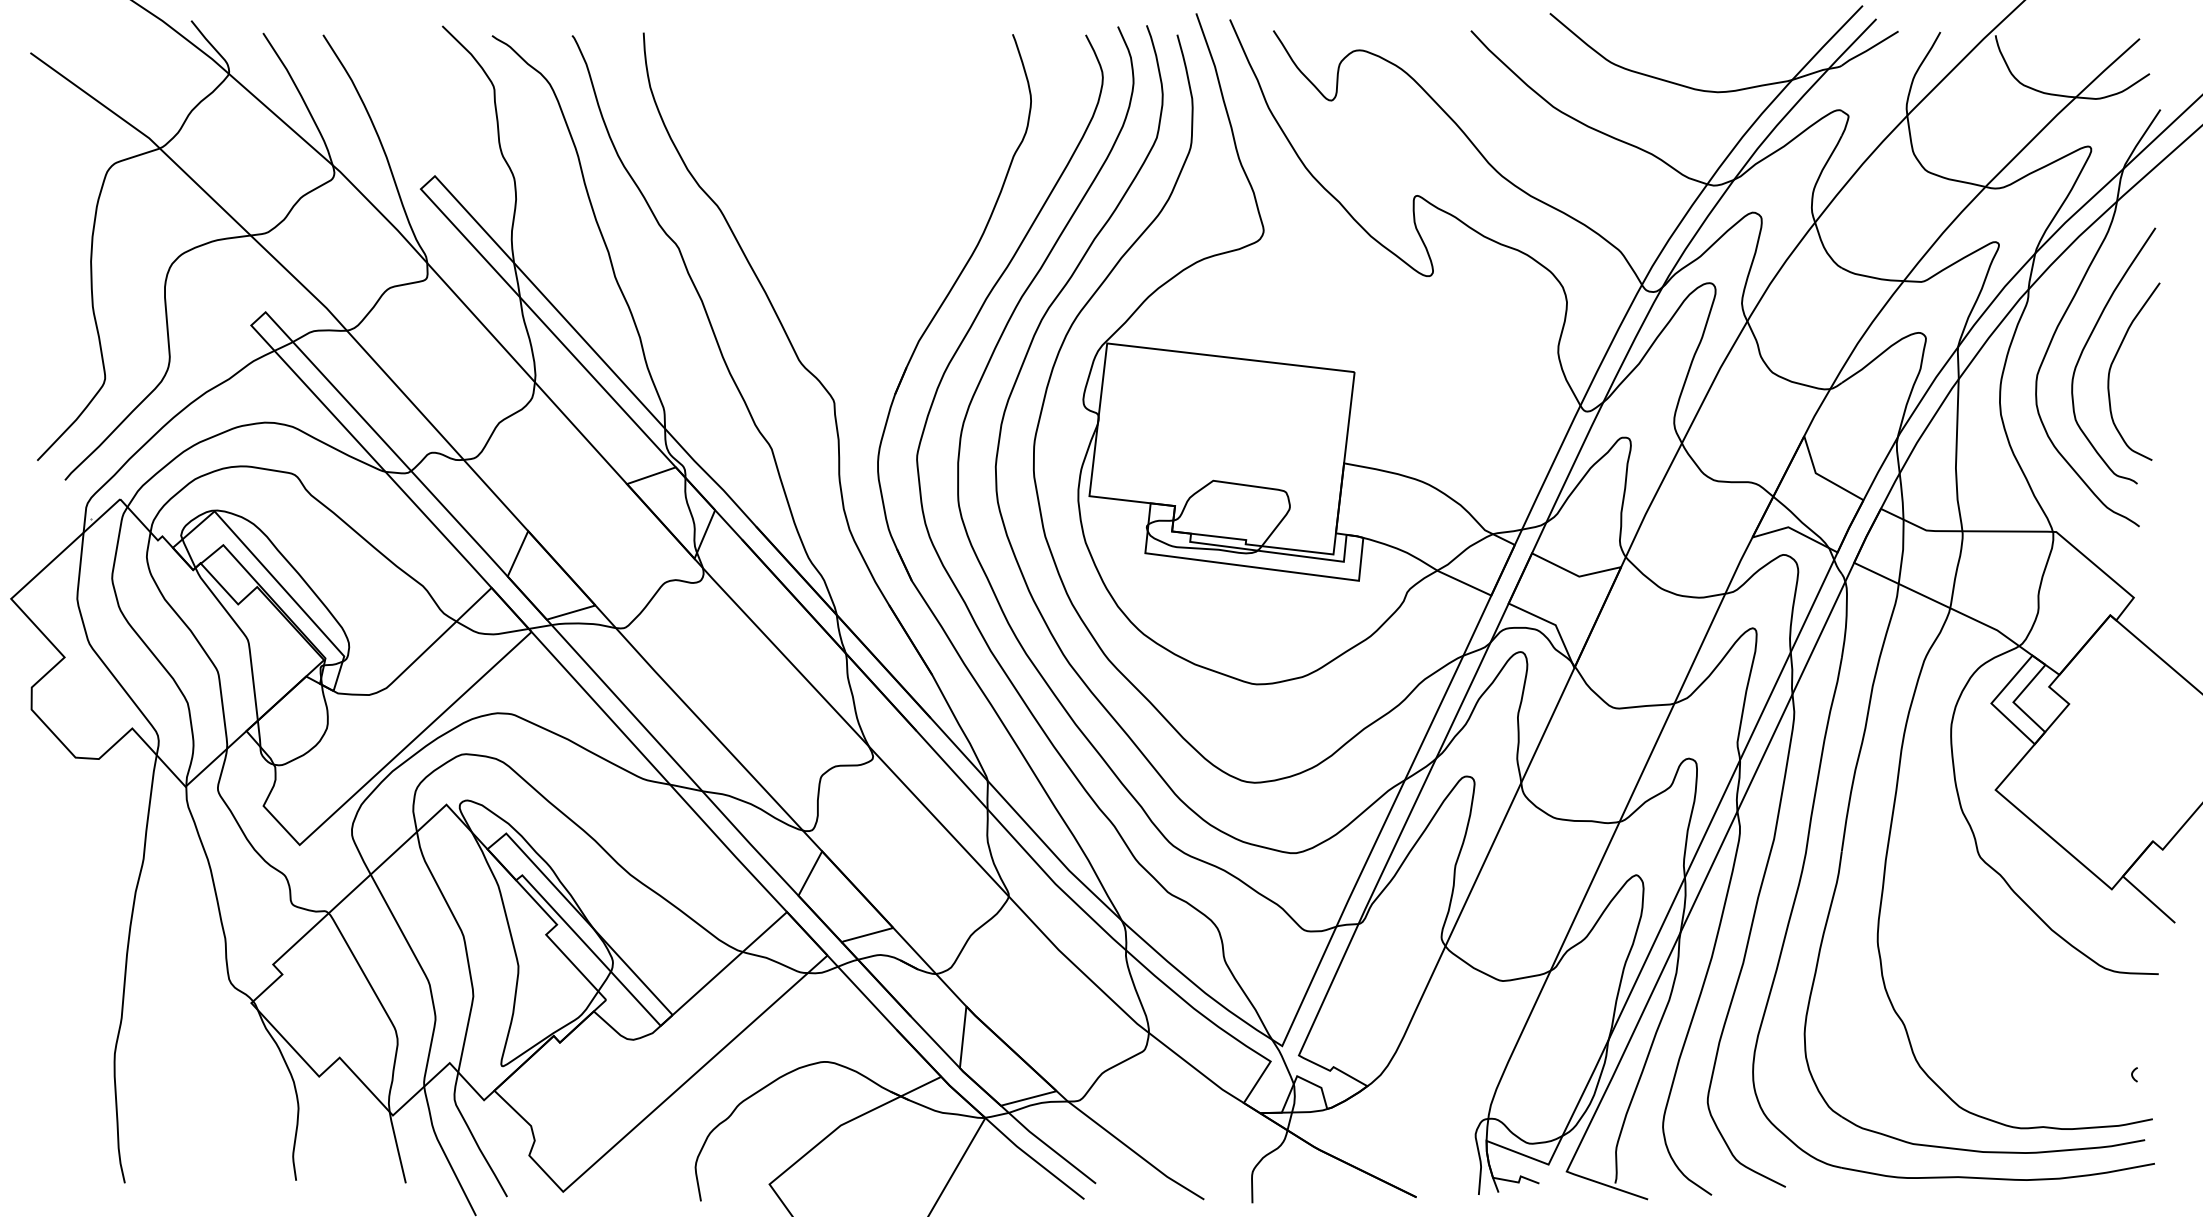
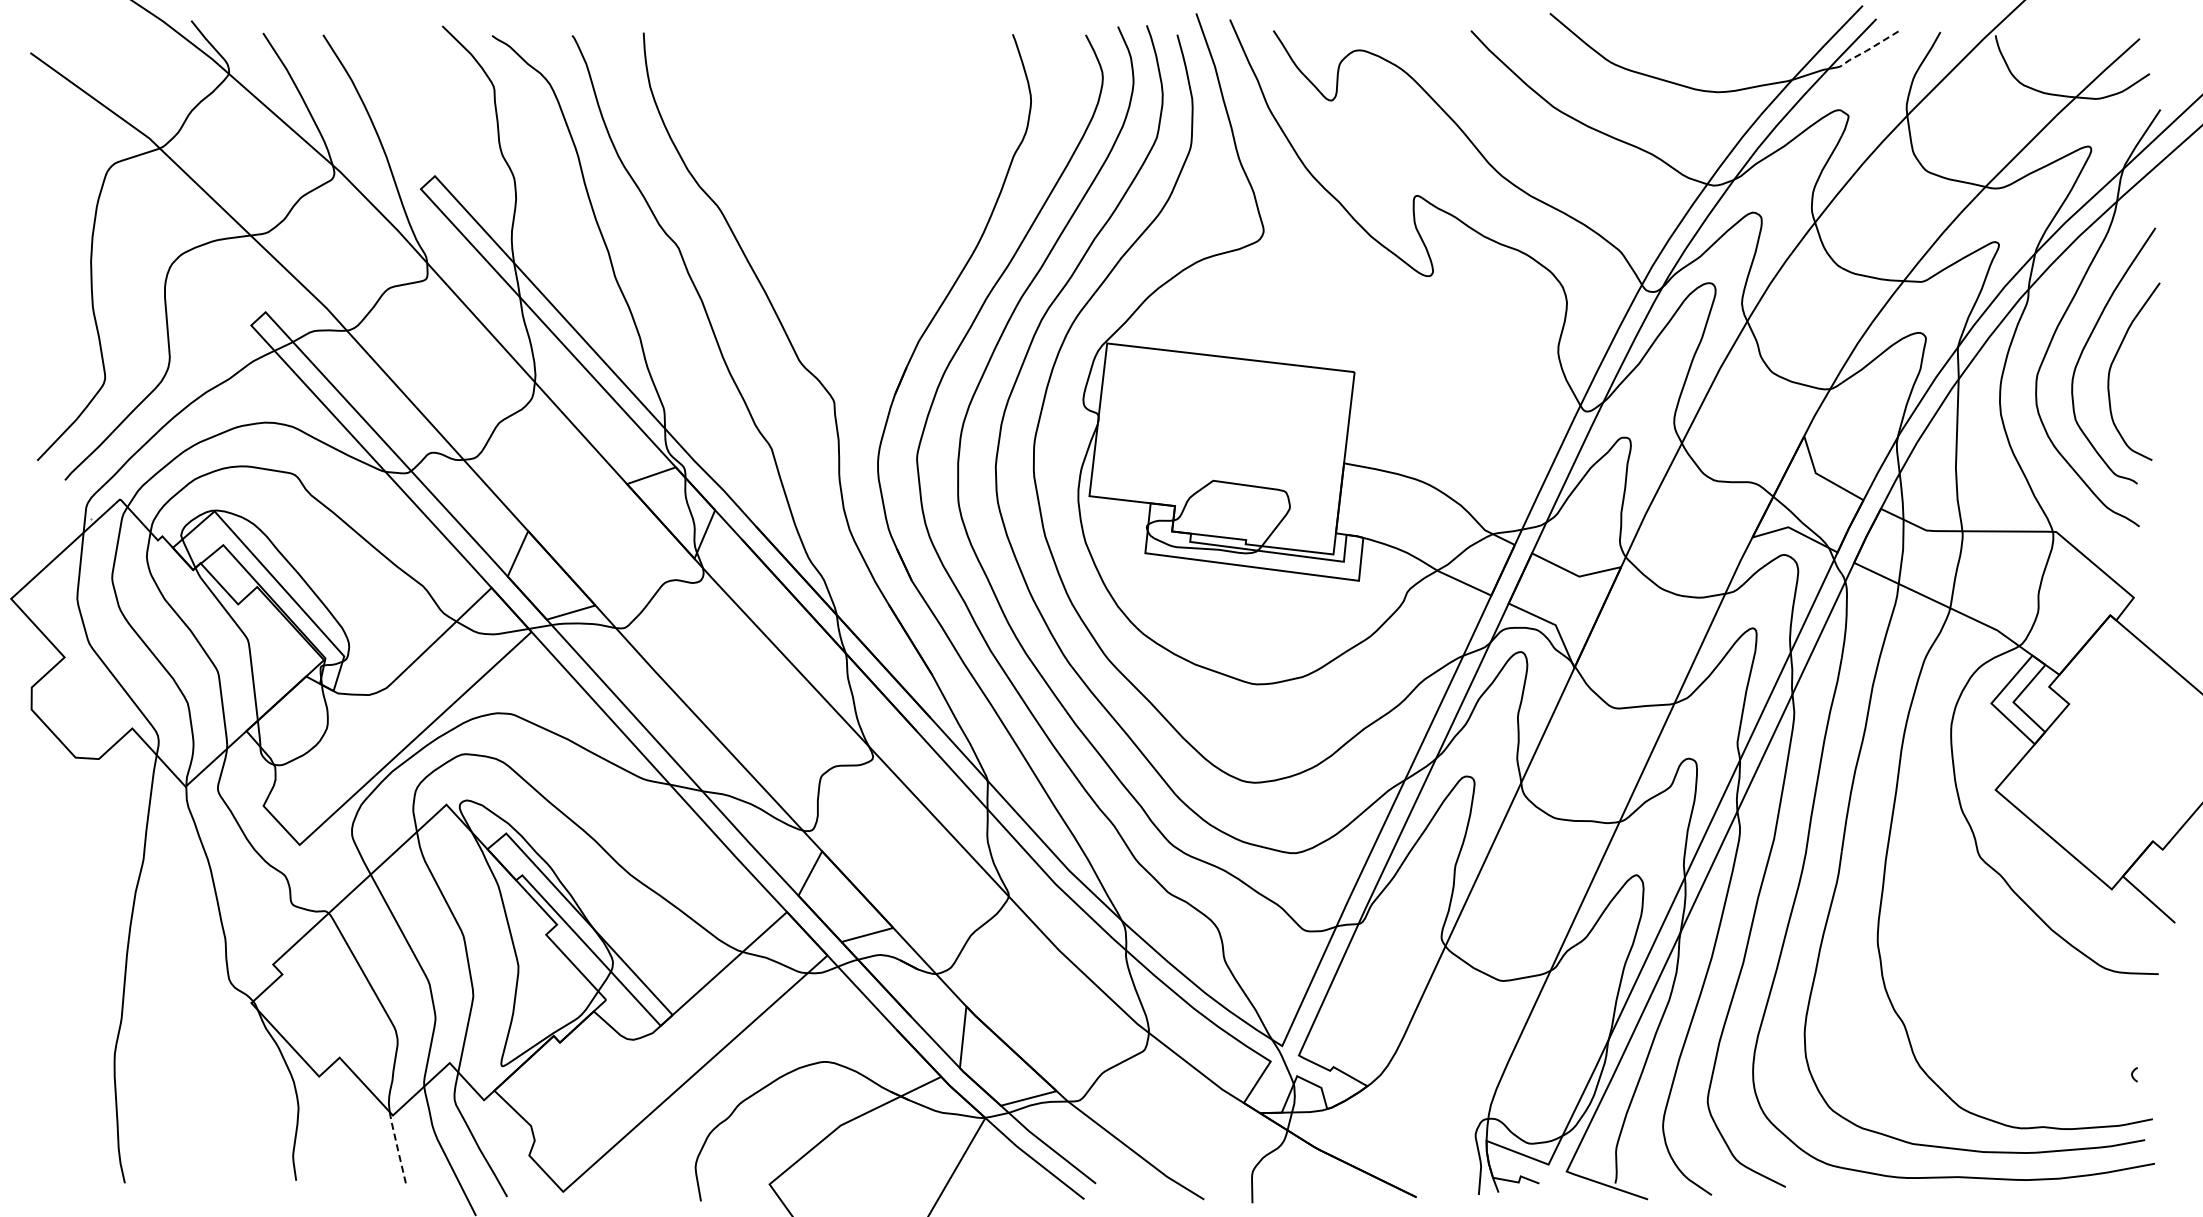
line at (1868, 49): solid -> dashed
line at (397, 1147): solid -> dashed
